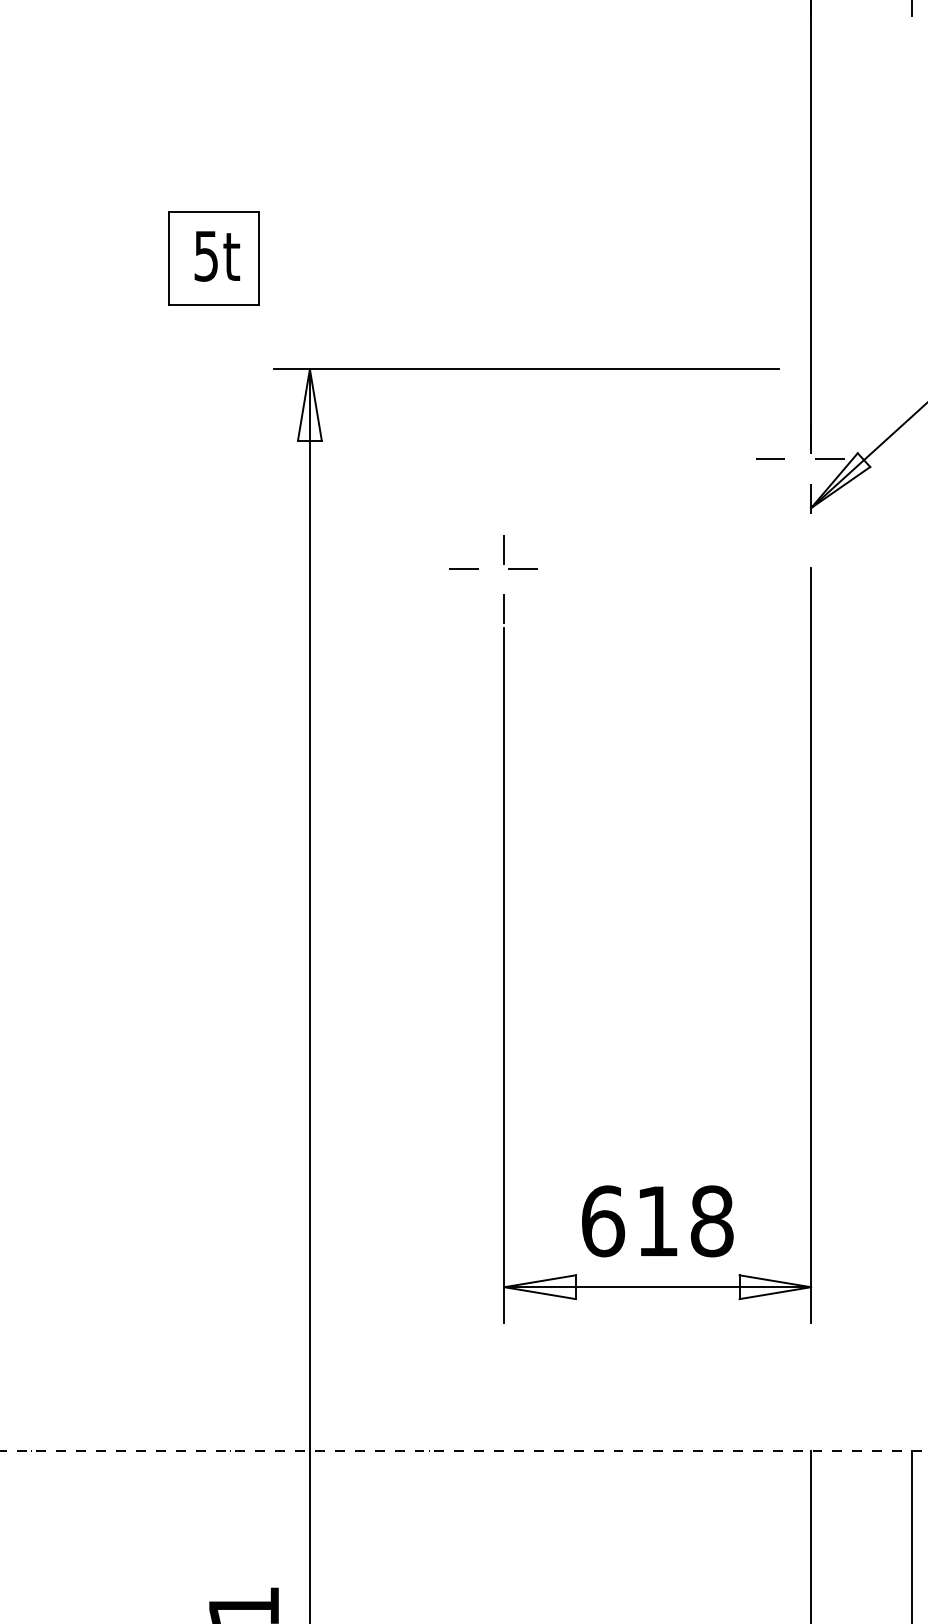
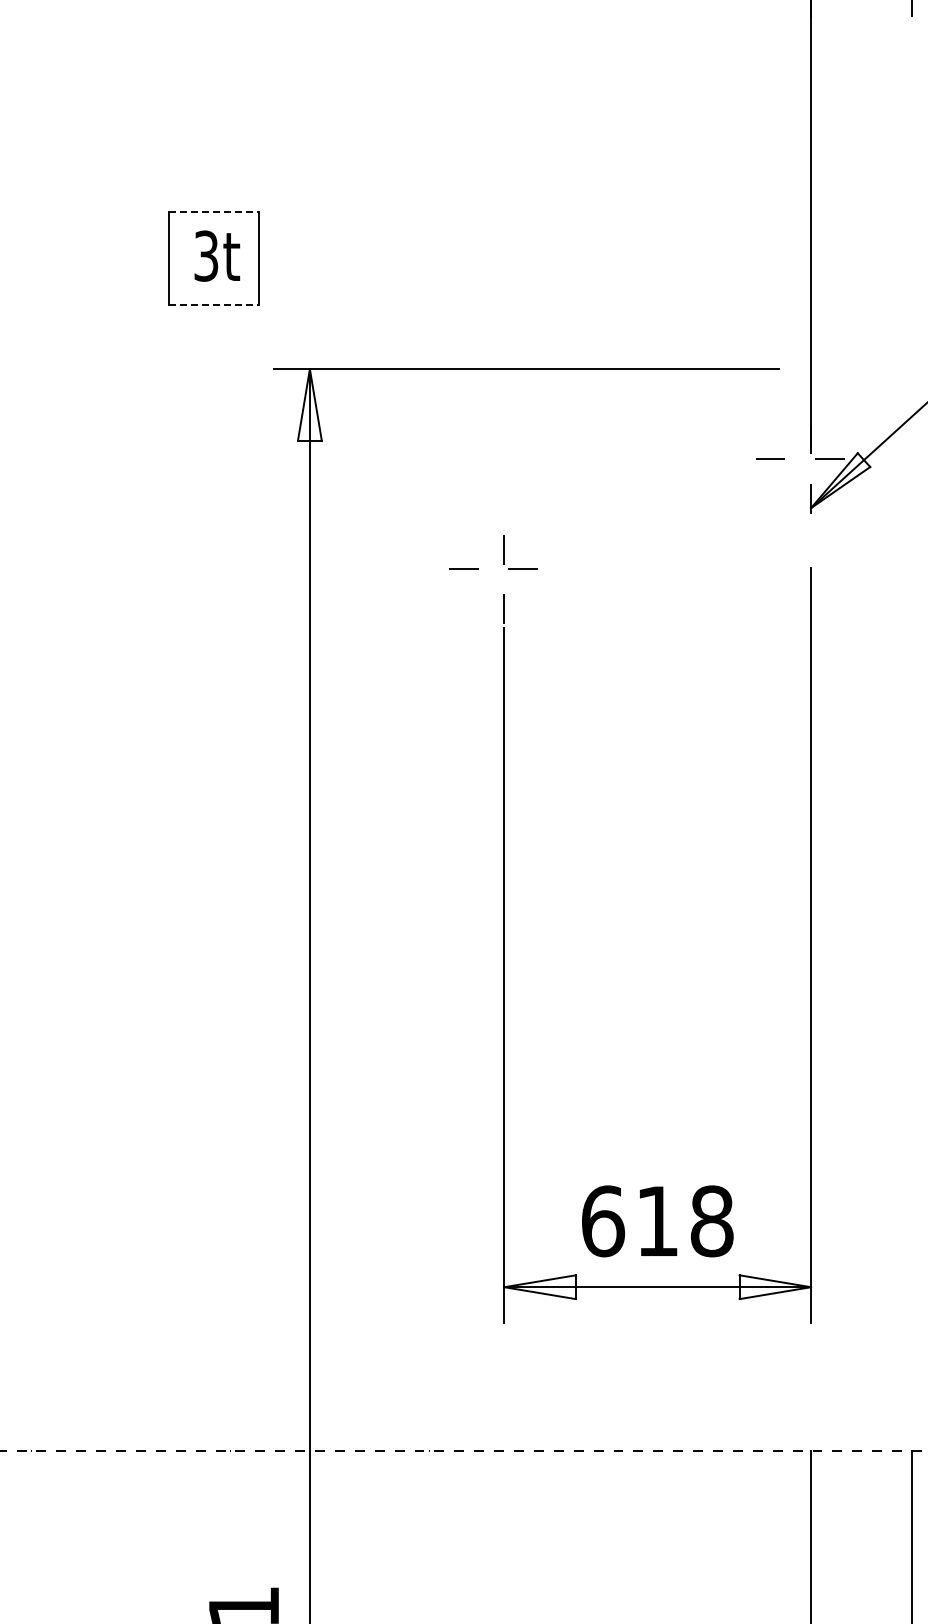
line at (213, 212): solid -> dashed
text at (206, 255): 5t -> 3t
line at (213, 305): solid -> dashed
